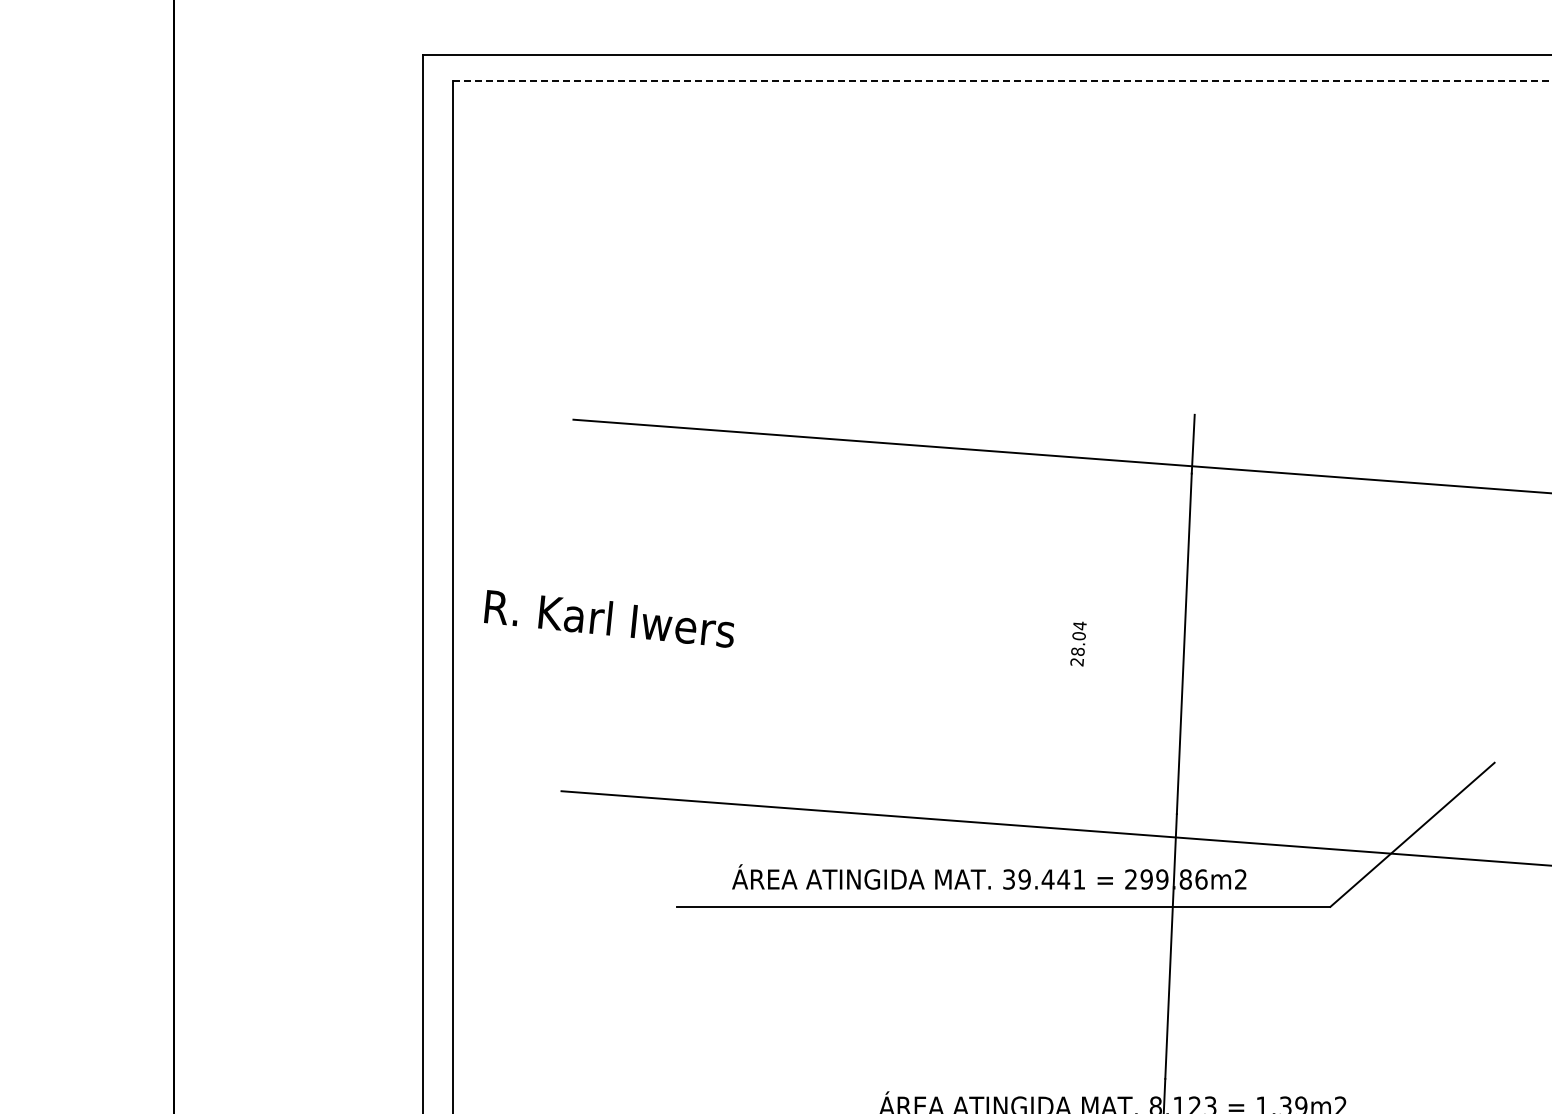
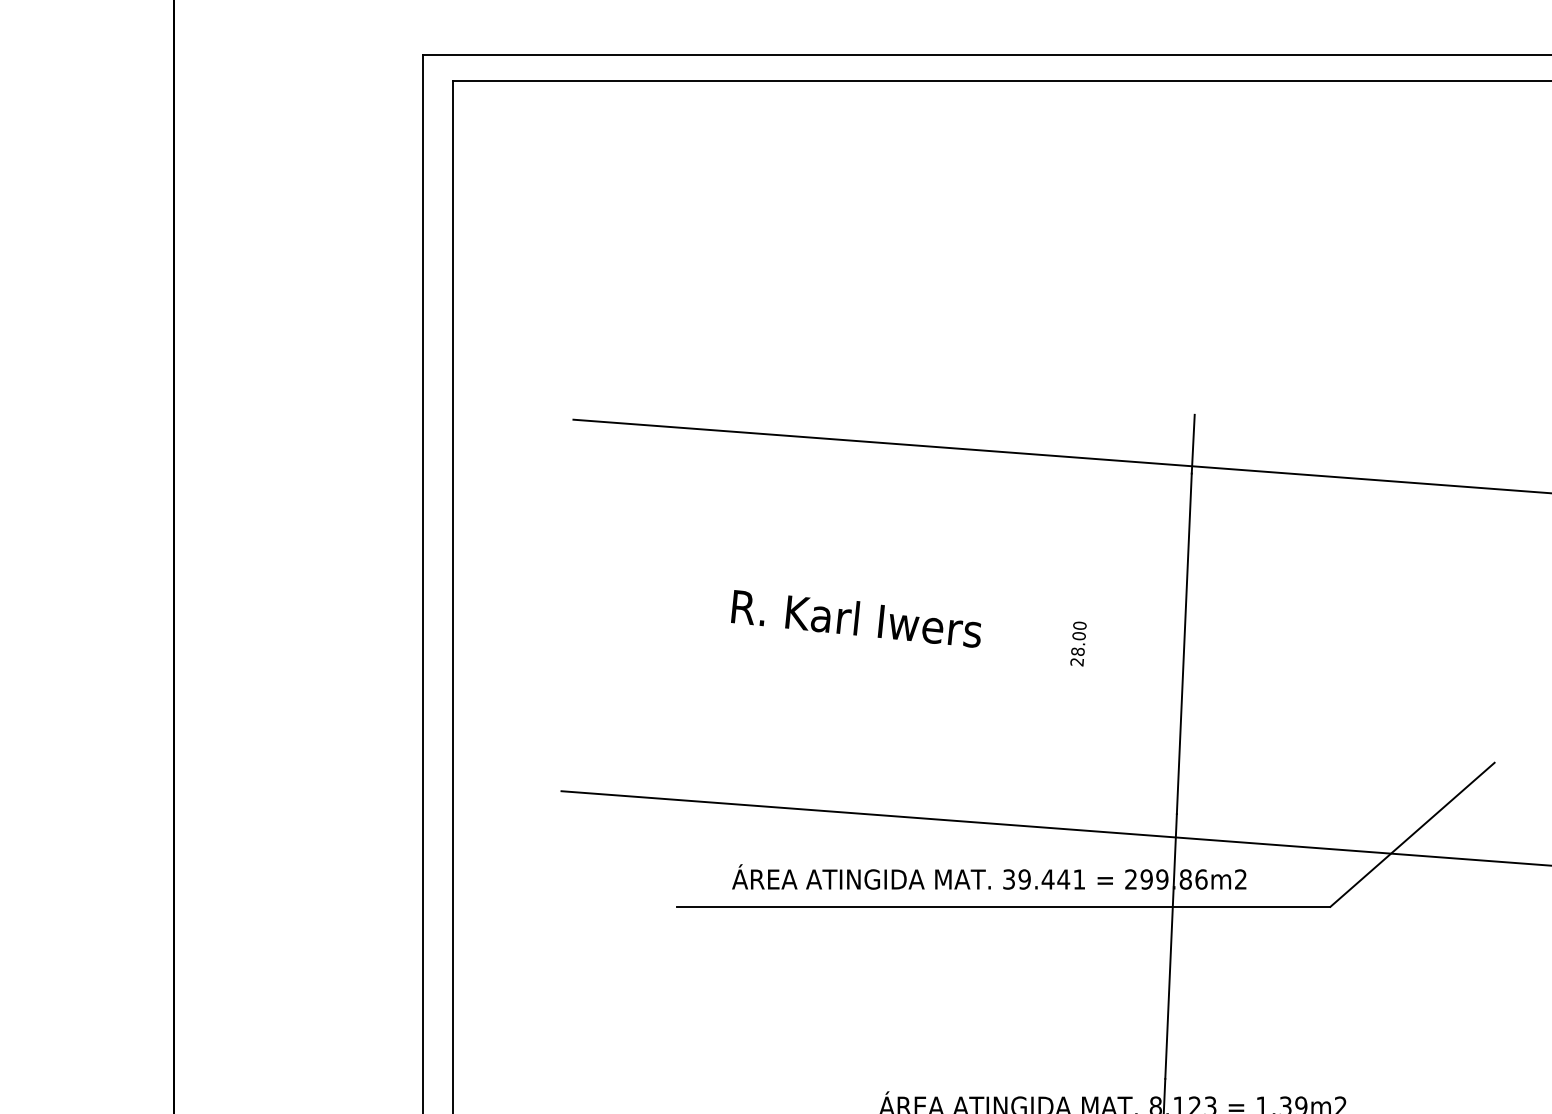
line at (1002, 81): dashed -> solid
text at (609, 618) position: (609, 618) -> (856, 618)
text at (1079, 625): 28.04 -> 28.00
